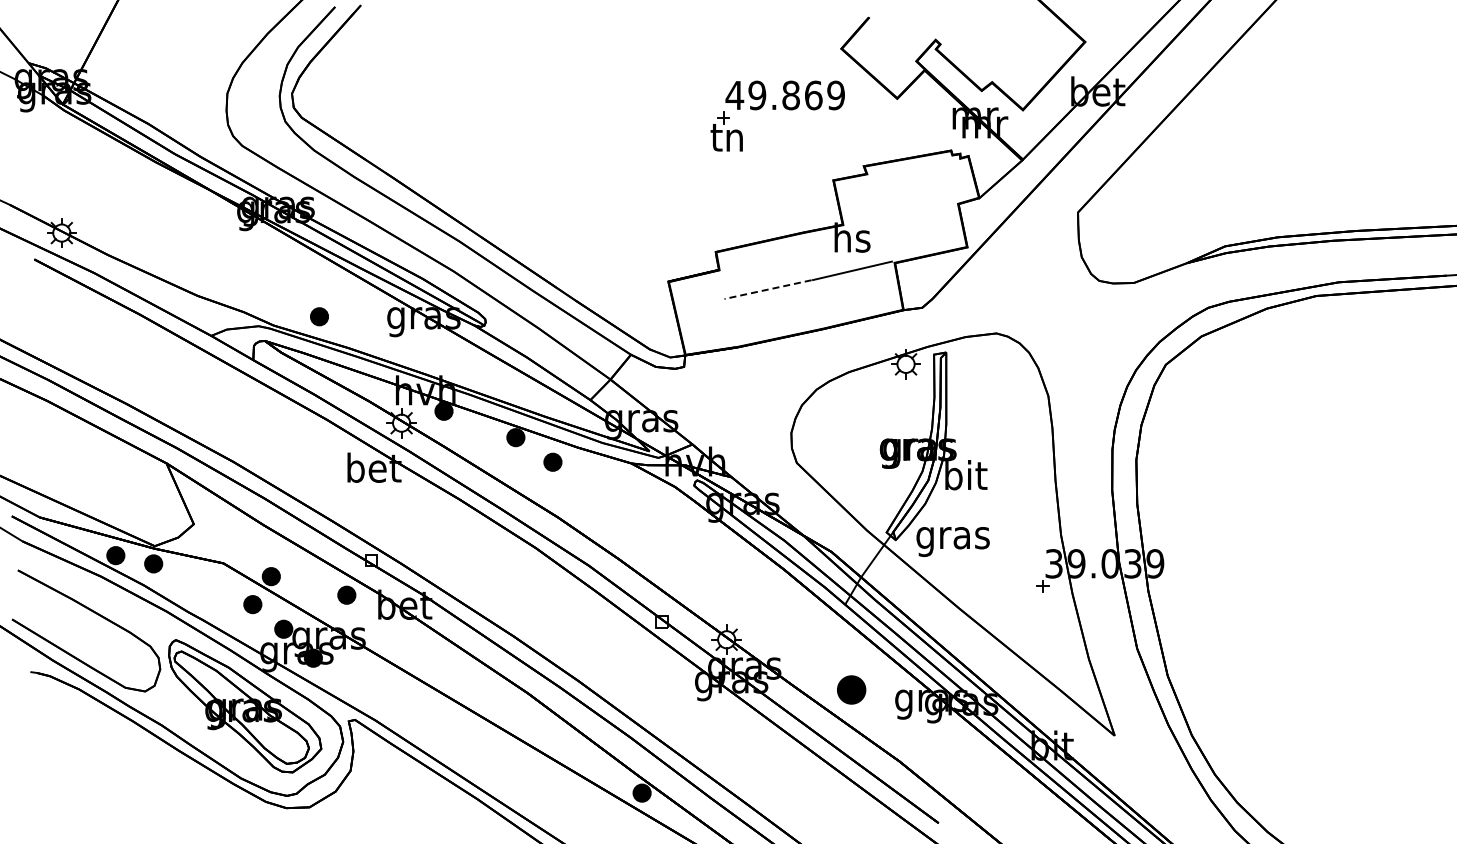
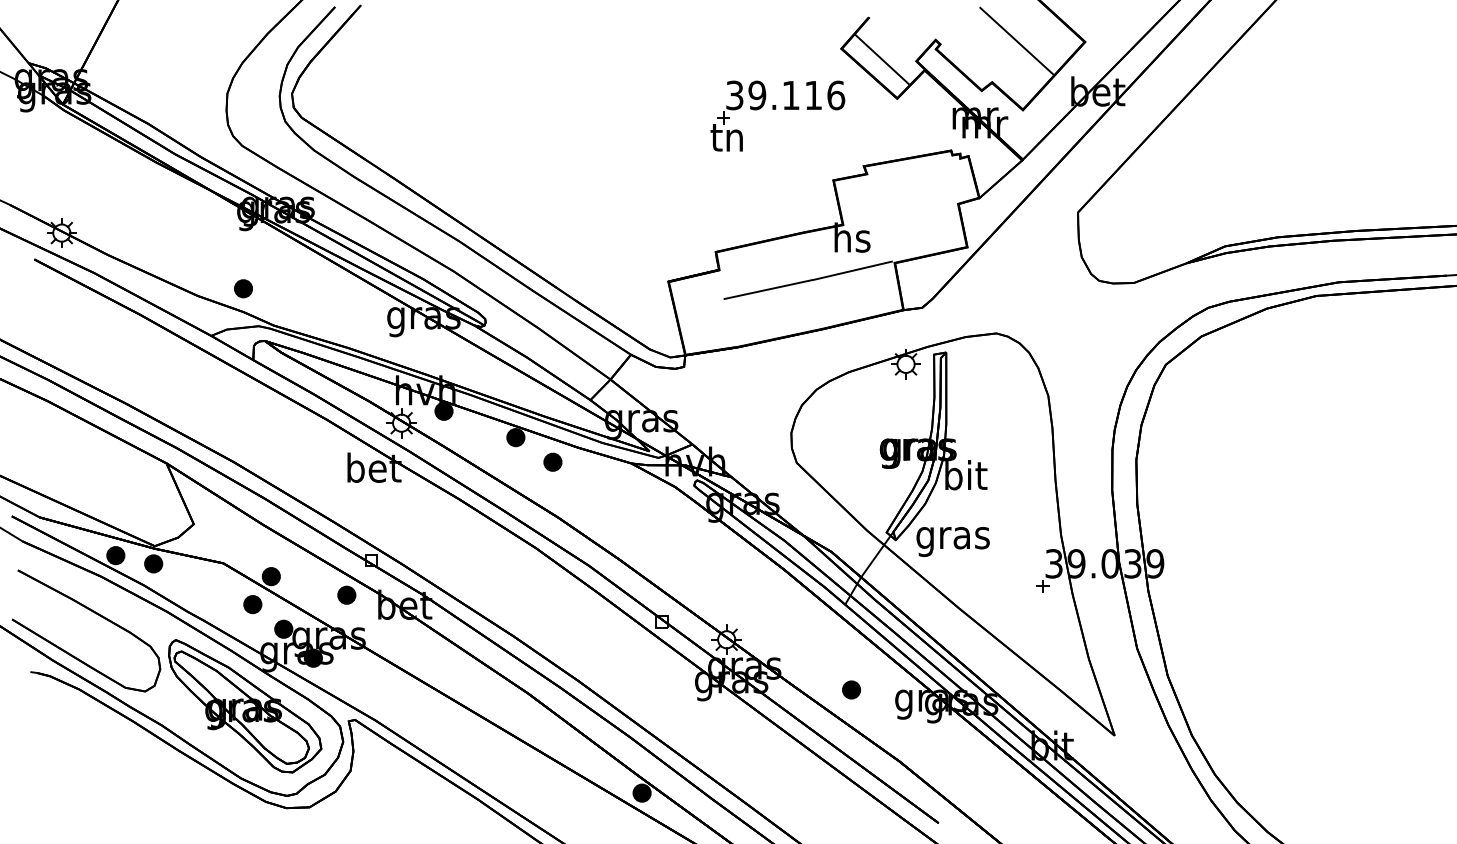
line at (1016, 40): none -> present
line at (881, 59): none -> present
text at (785, 95): 49.869 -> 39.116
line at (768, 289): dashed -> solid
part at (319, 316) position: (319, 316) -> (243, 288)
part at (851, 689) size: 30x30 px -> 19x20 px
